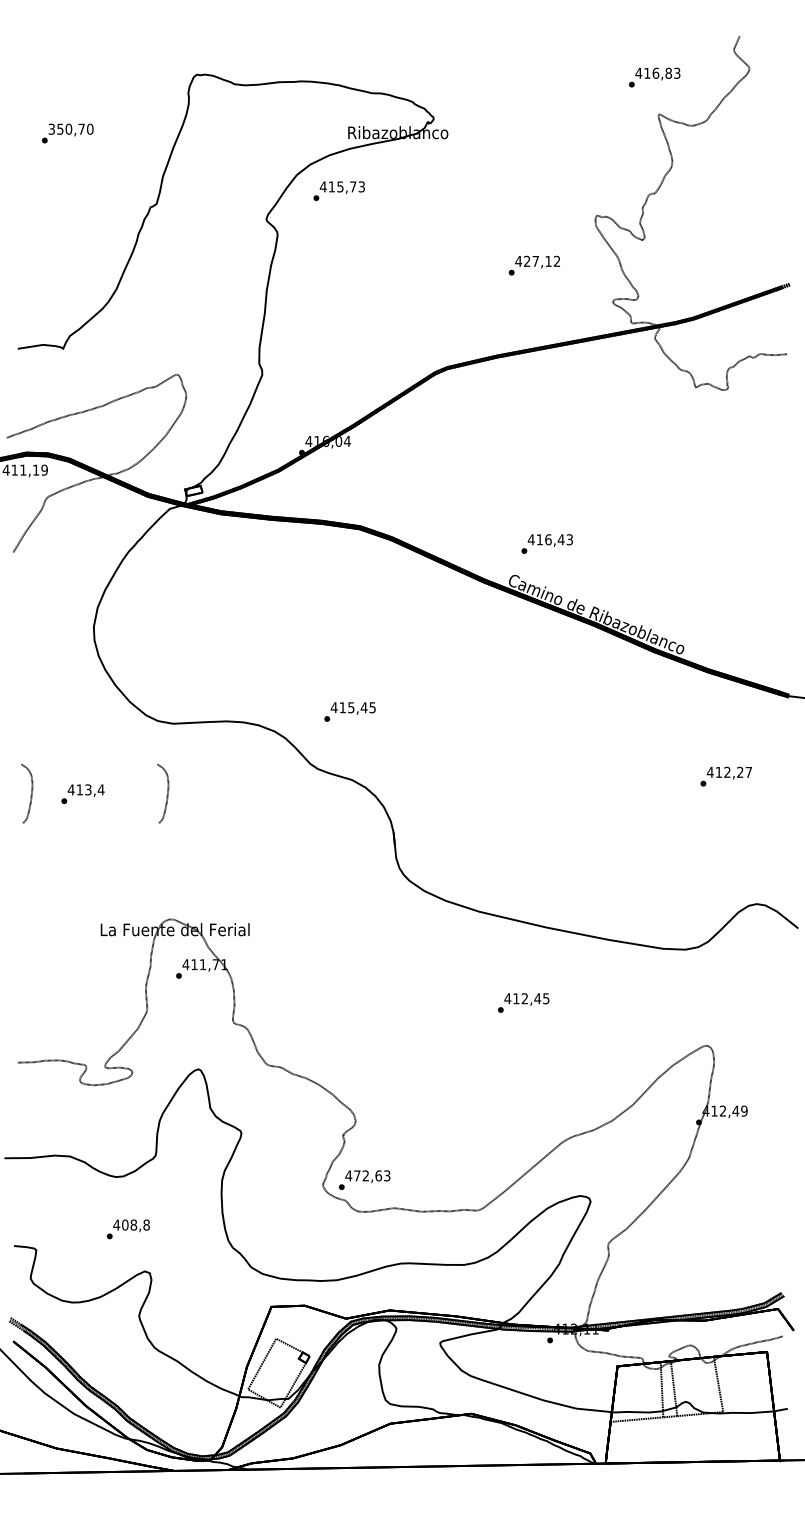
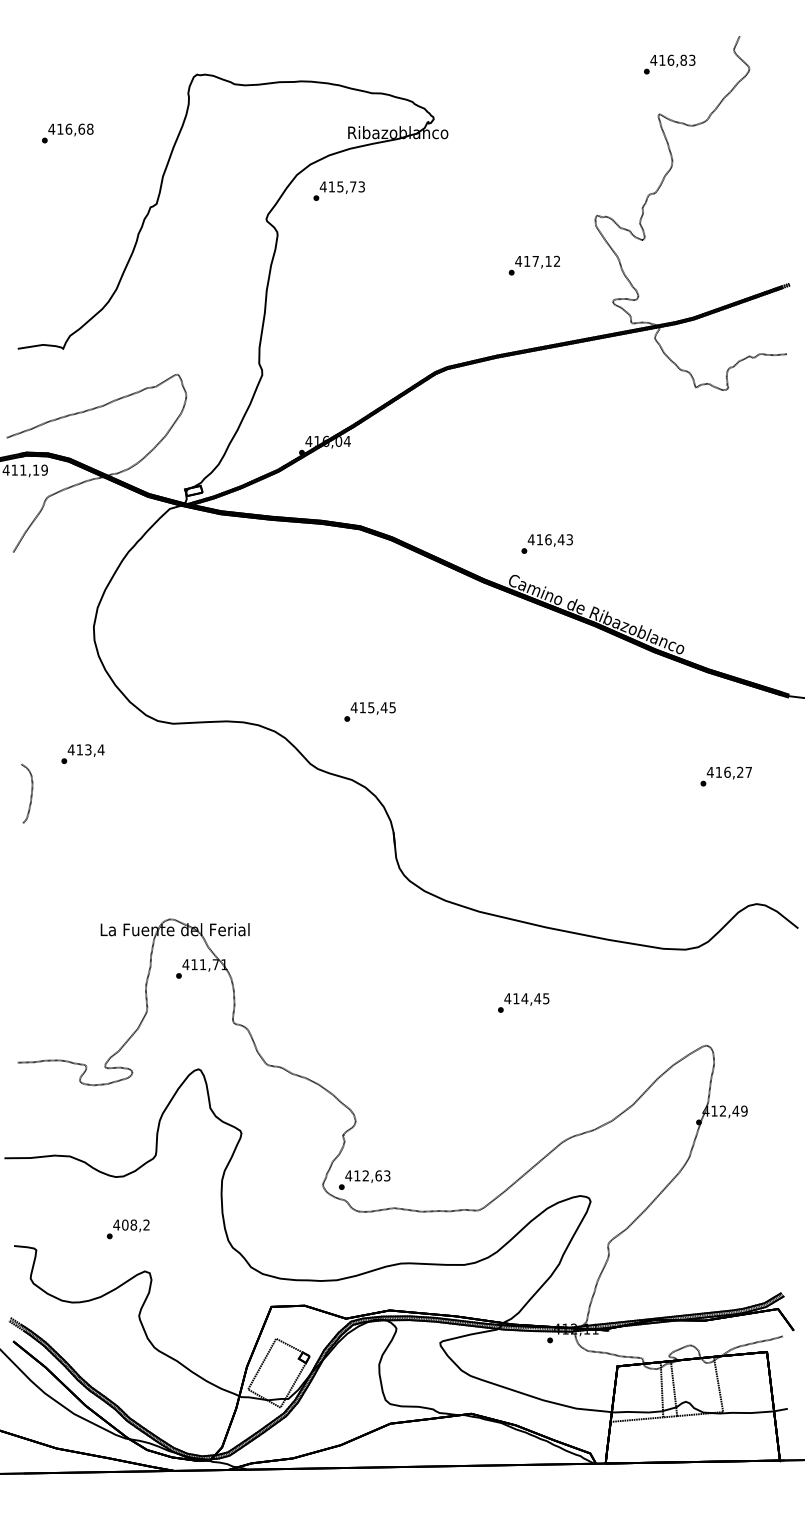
text at (654, 77) position: (654, 77) -> (669, 64)
text at (70, 128): 350,70 -> 416,68
text at (527, 260): 427,12 -> 417,12
text at (349, 711) position: (349, 711) -> (369, 711)
text at (727, 771): 412,27 -> 416,27
text at (82, 793) position: (82, 793) -> (82, 753)
curve at (166, 795): present -> none
text at (524, 998): 412,45 -> 414,45
text at (357, 1175): 472,63 -> 412,63
text at (146, 1224): 408,8 -> 408,2
